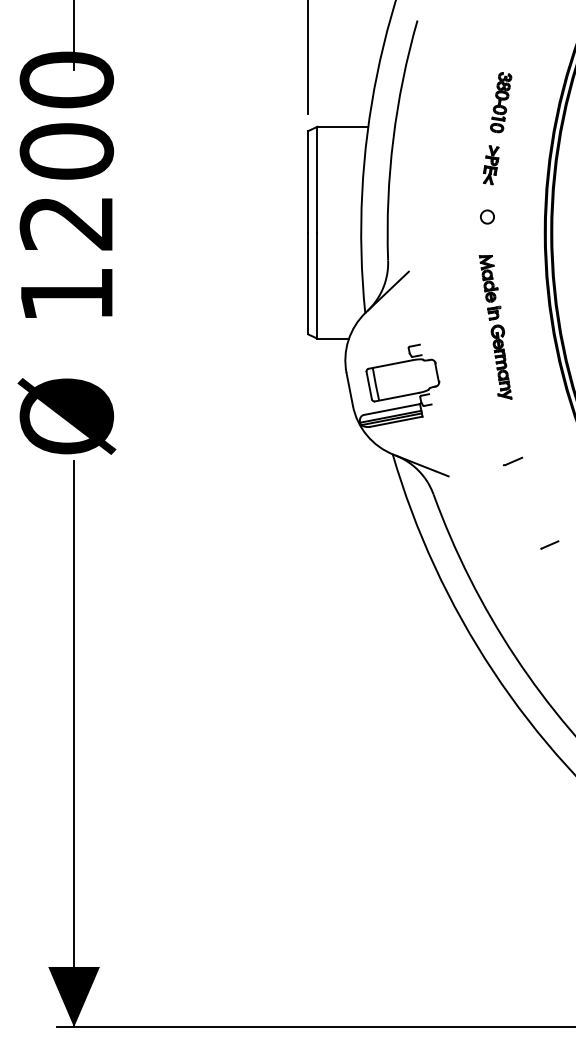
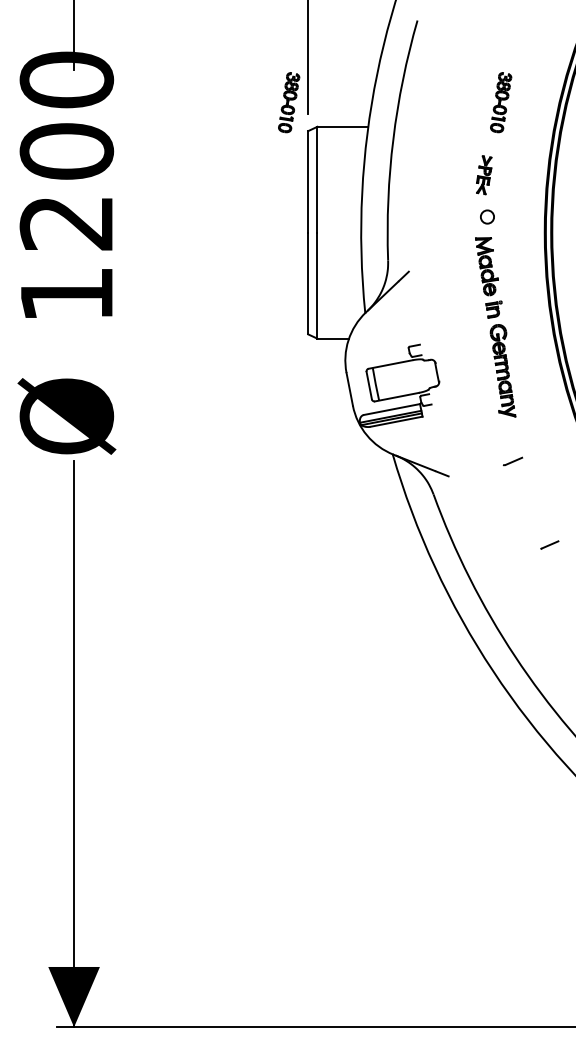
part at (289, 102): none -> present
part at (491, 165) position: (491, 165) -> (484, 175)
part at (495, 327) size: 35x145 px -> 42x181 px
